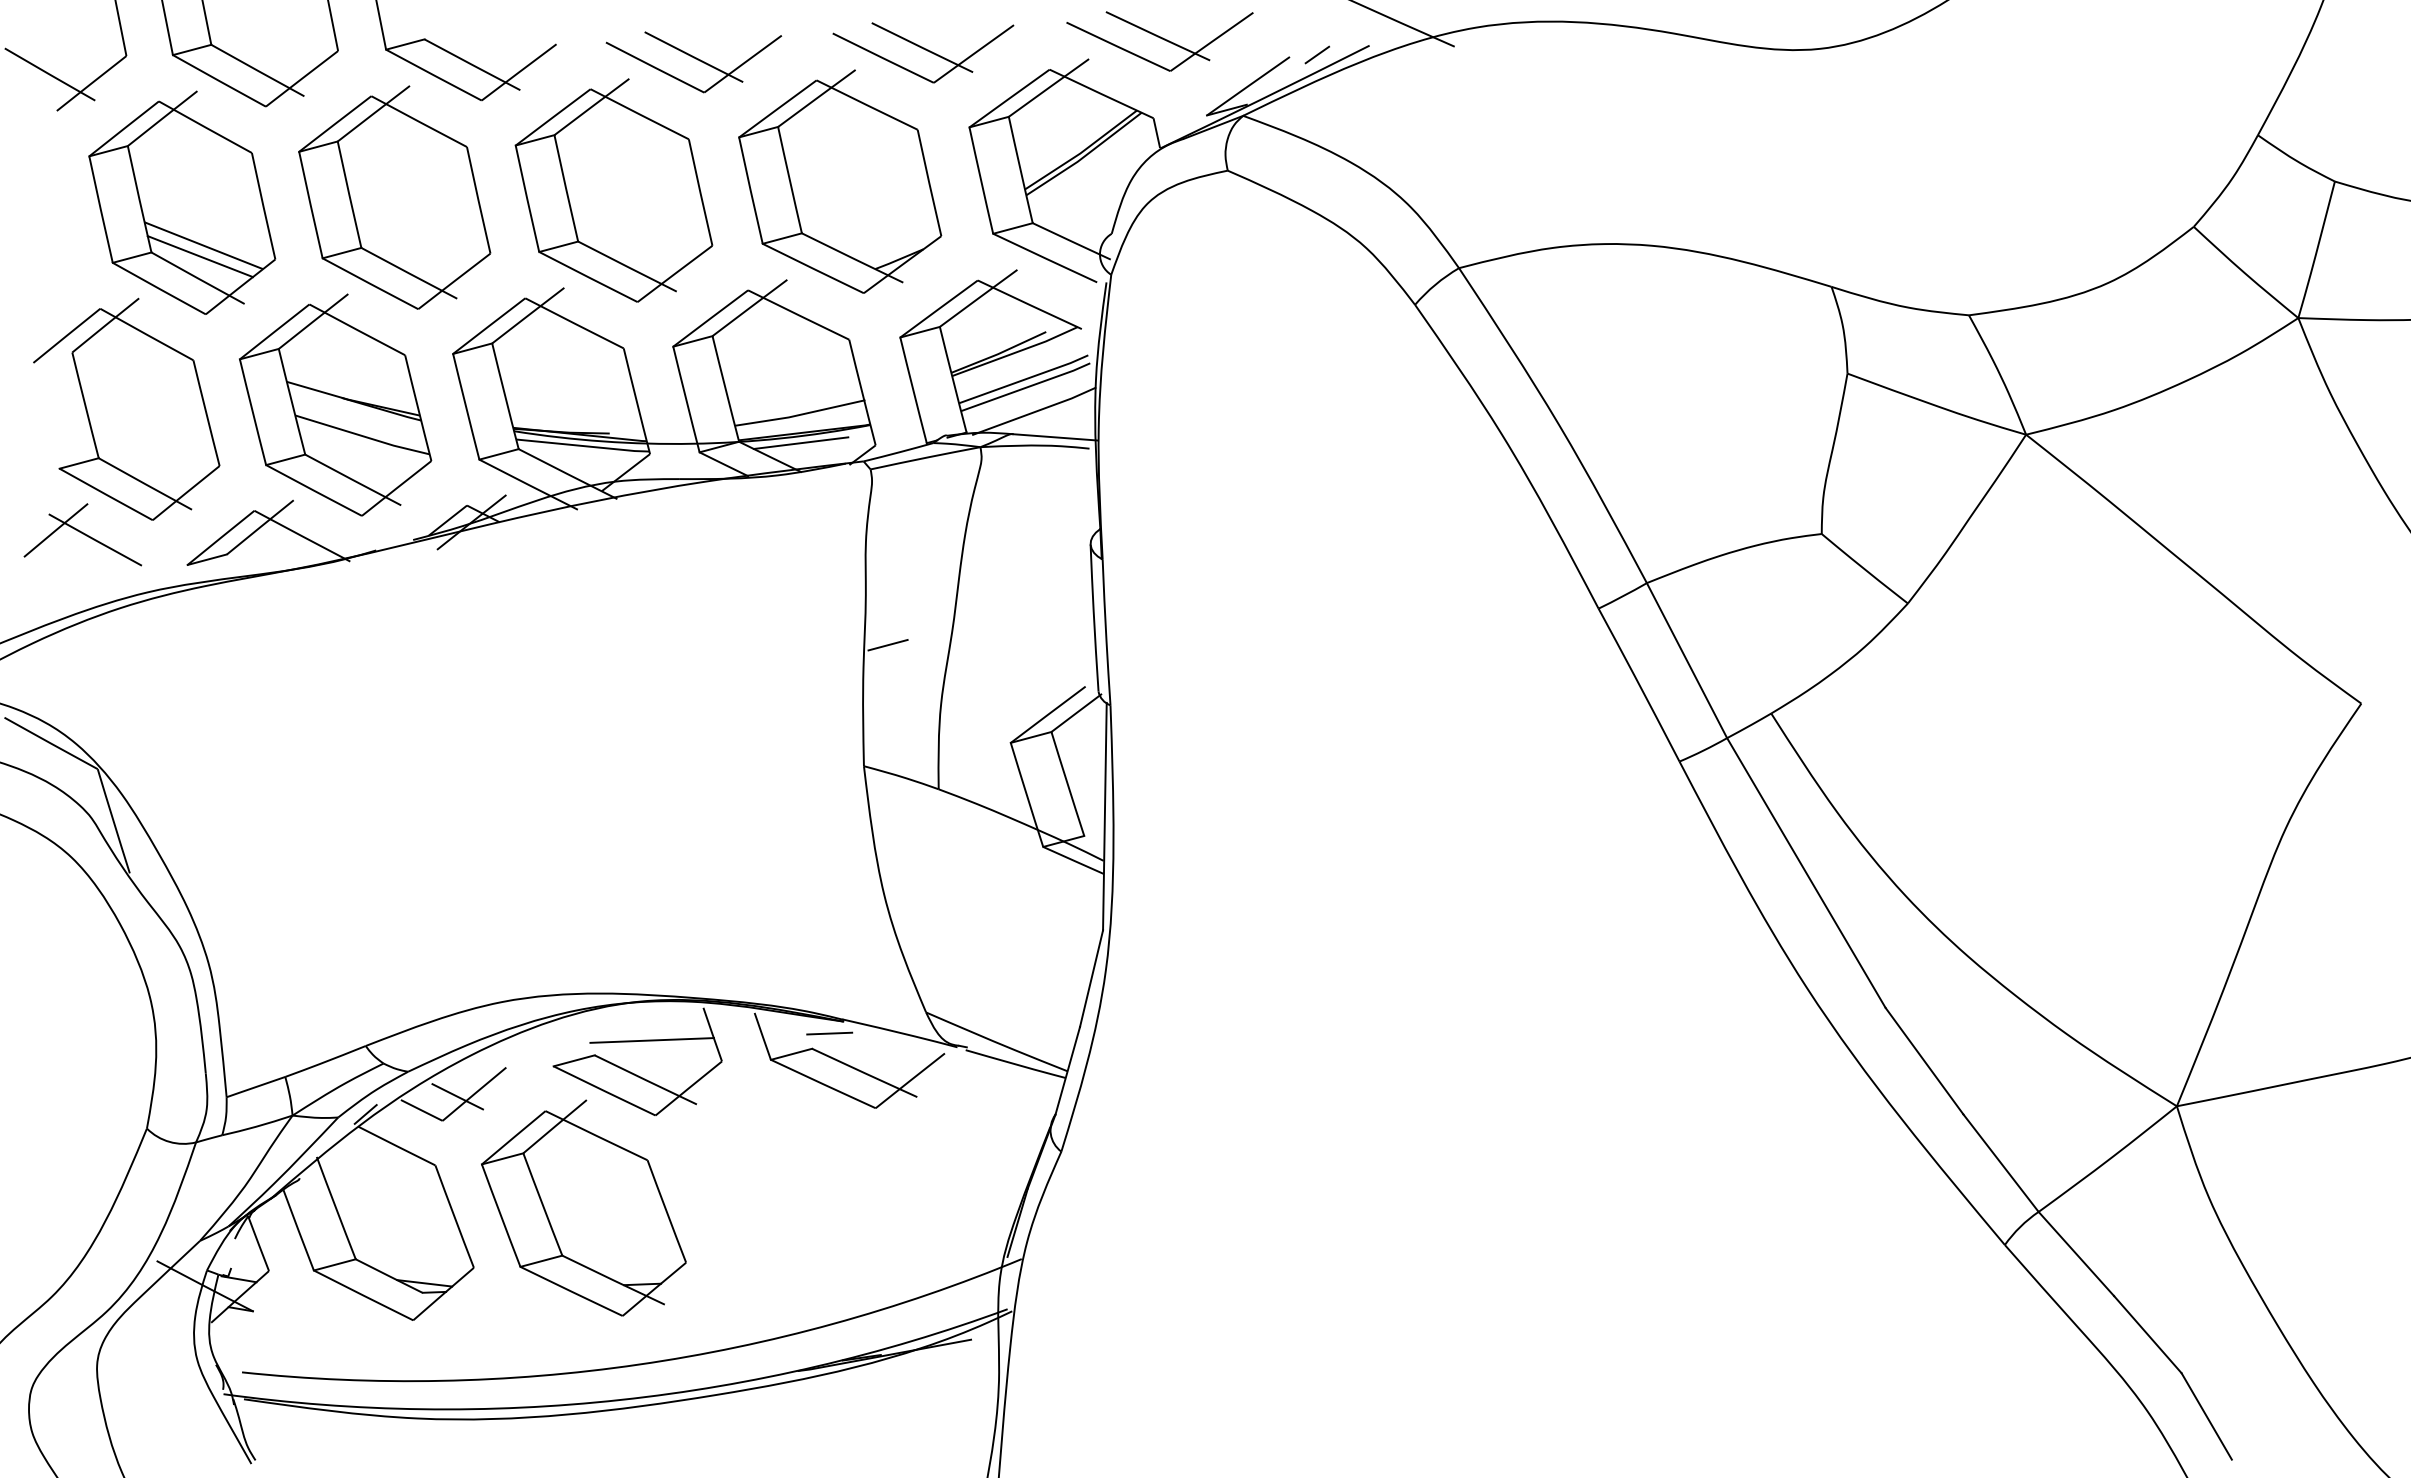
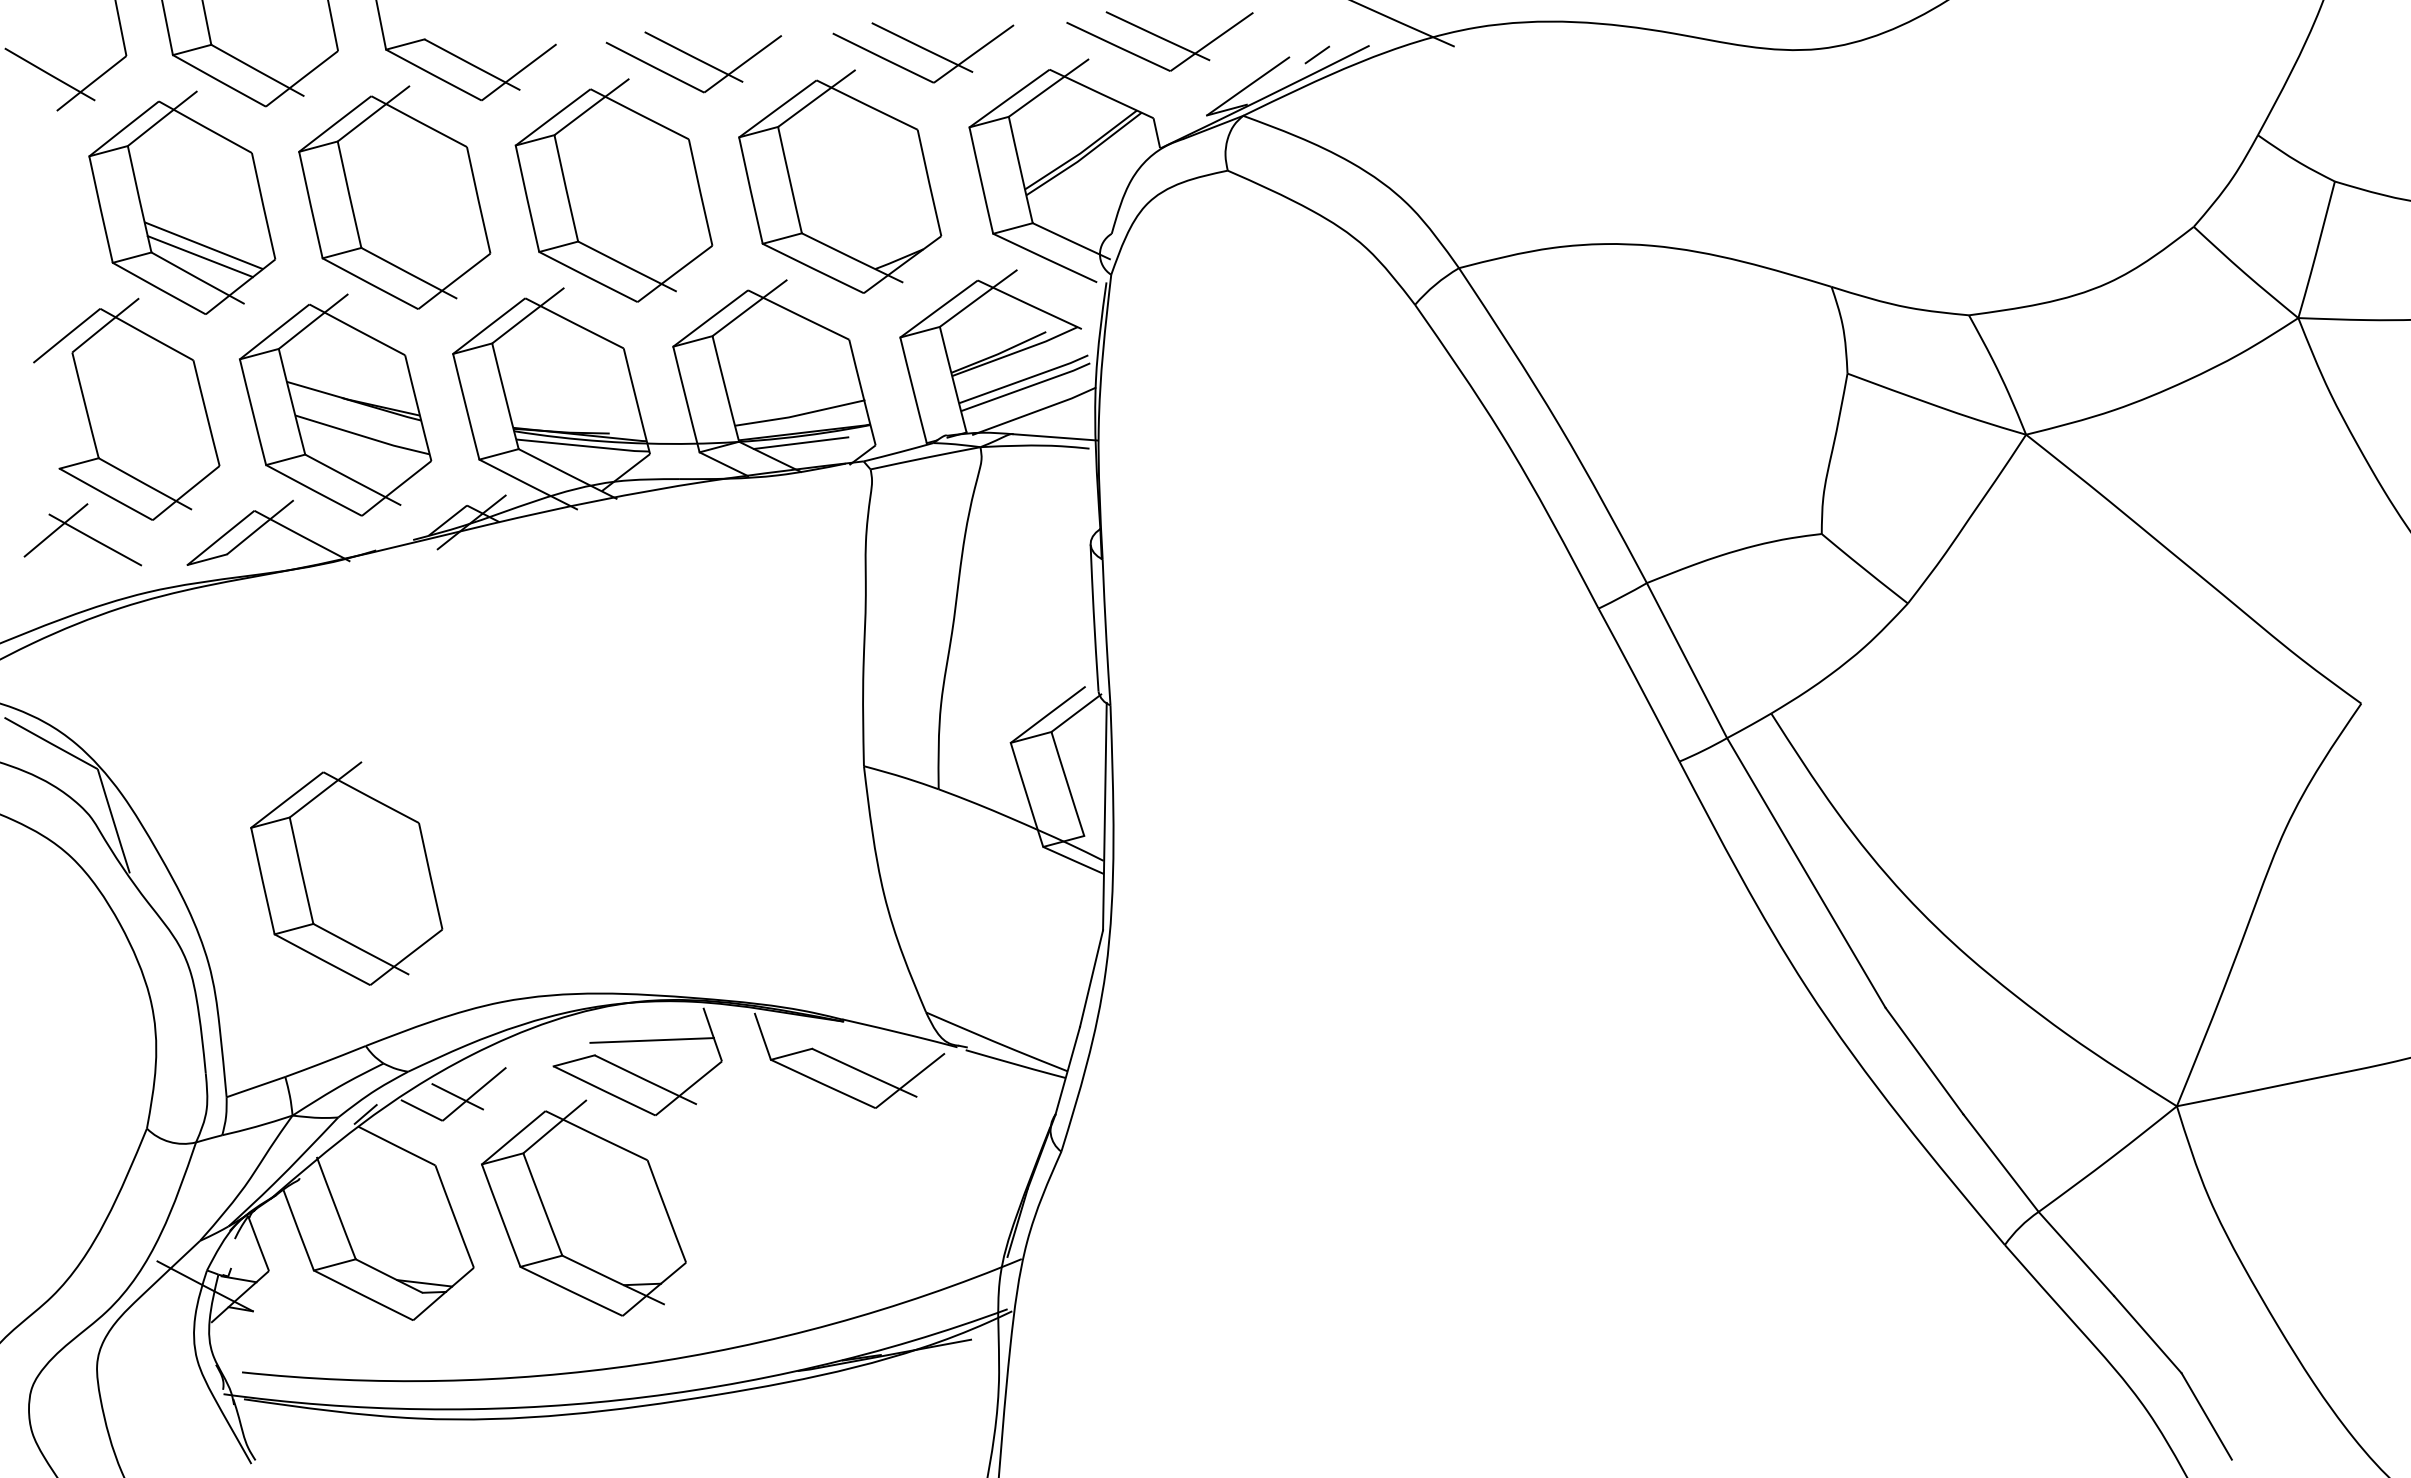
line at (887, 644): present -> none
part at (346, 873): none -> present
line at (829, 1033): present -> none
